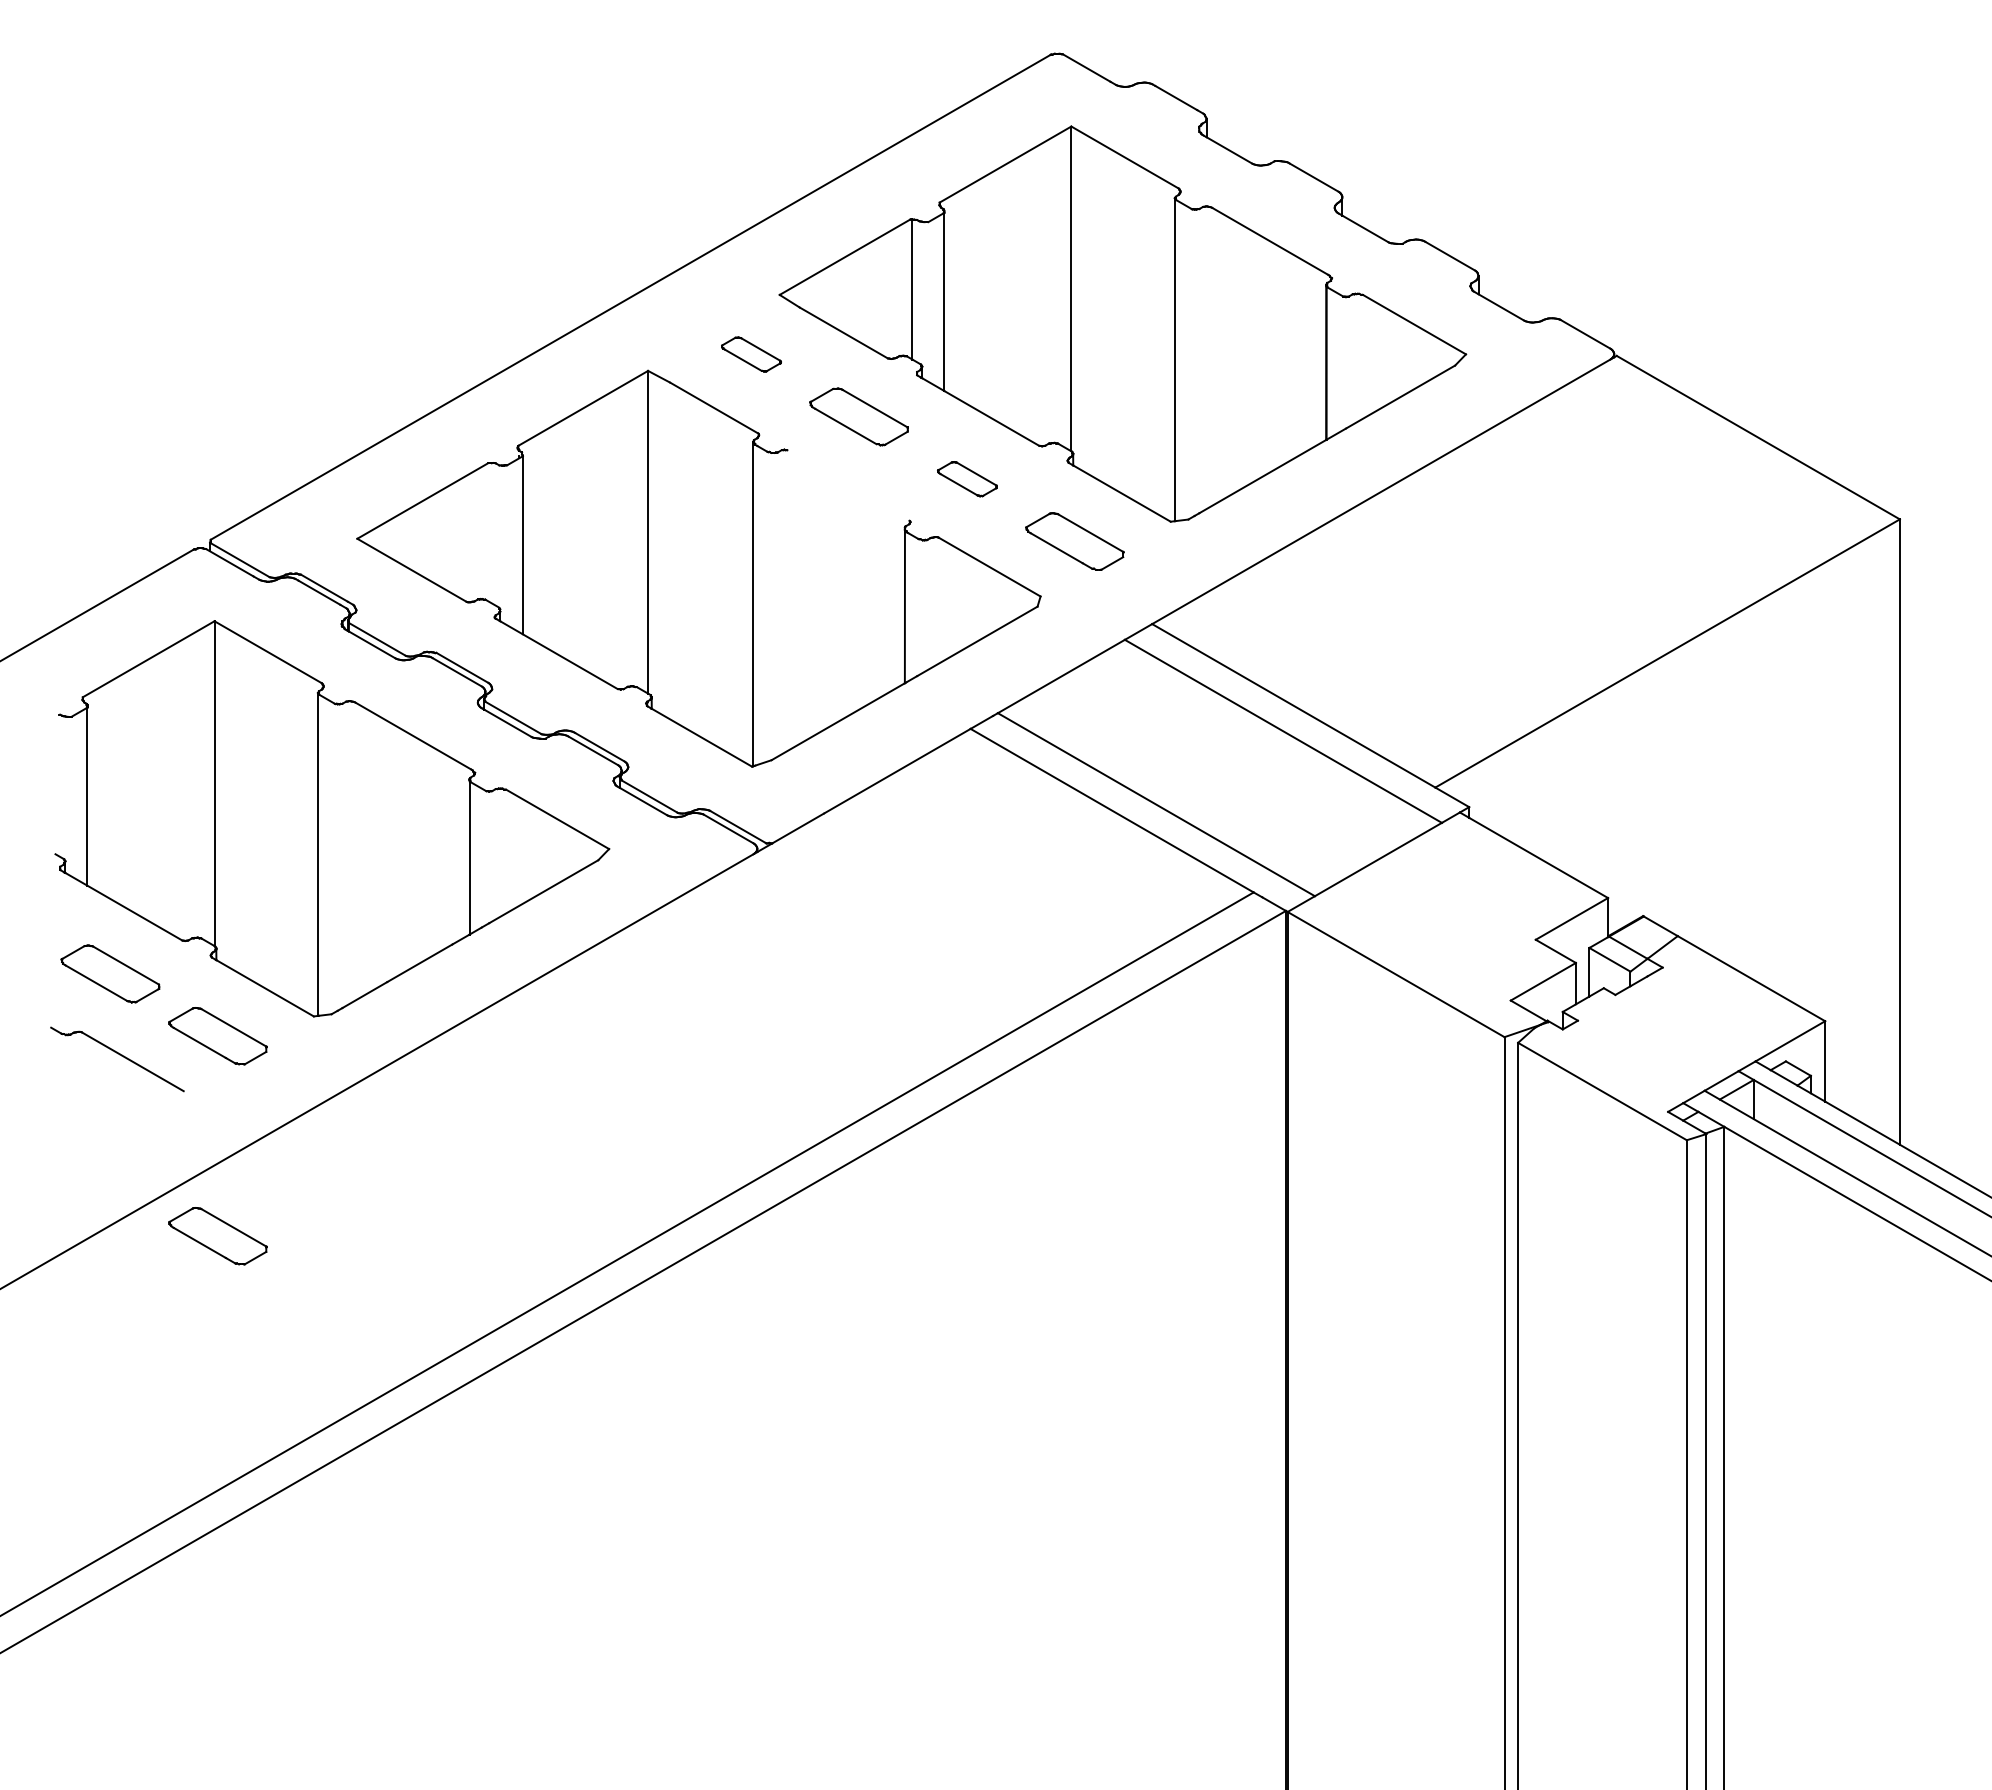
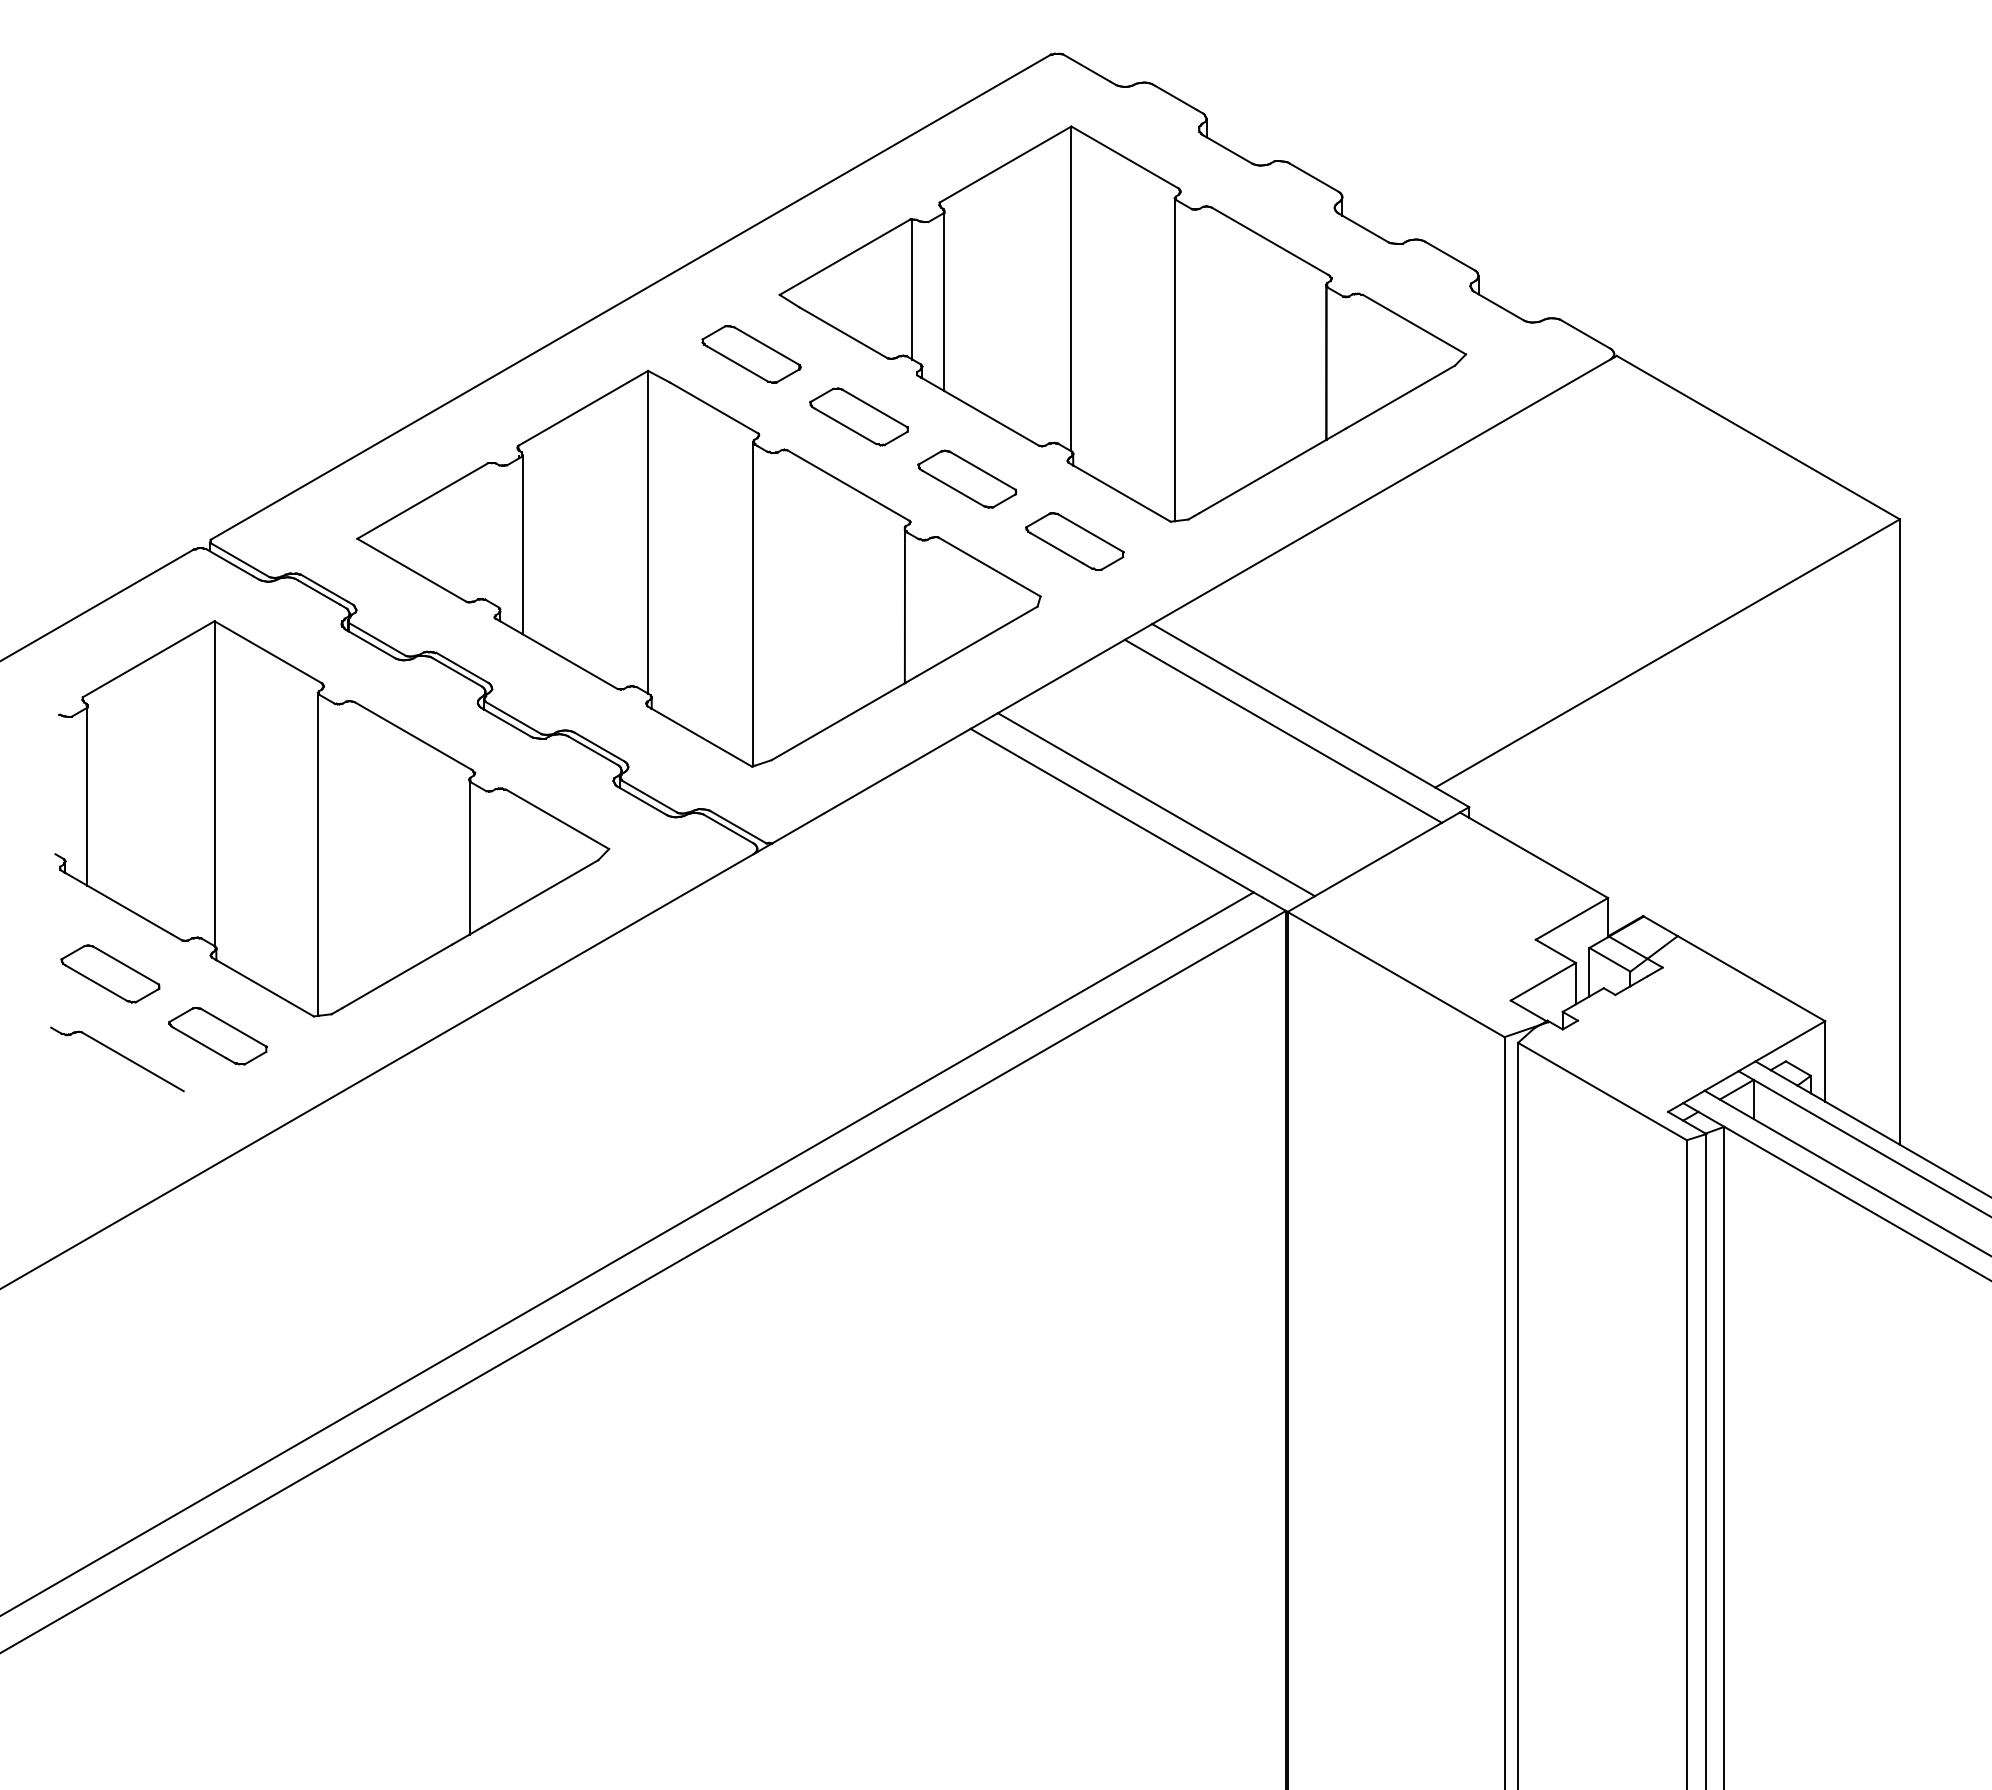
part at (751, 354) size: 61x37 px -> 101x59 px
part at (967, 479) size: 61x37 px -> 101x60 px
line at (848, 485): none -> present
part at (217, 1236): present -> none
